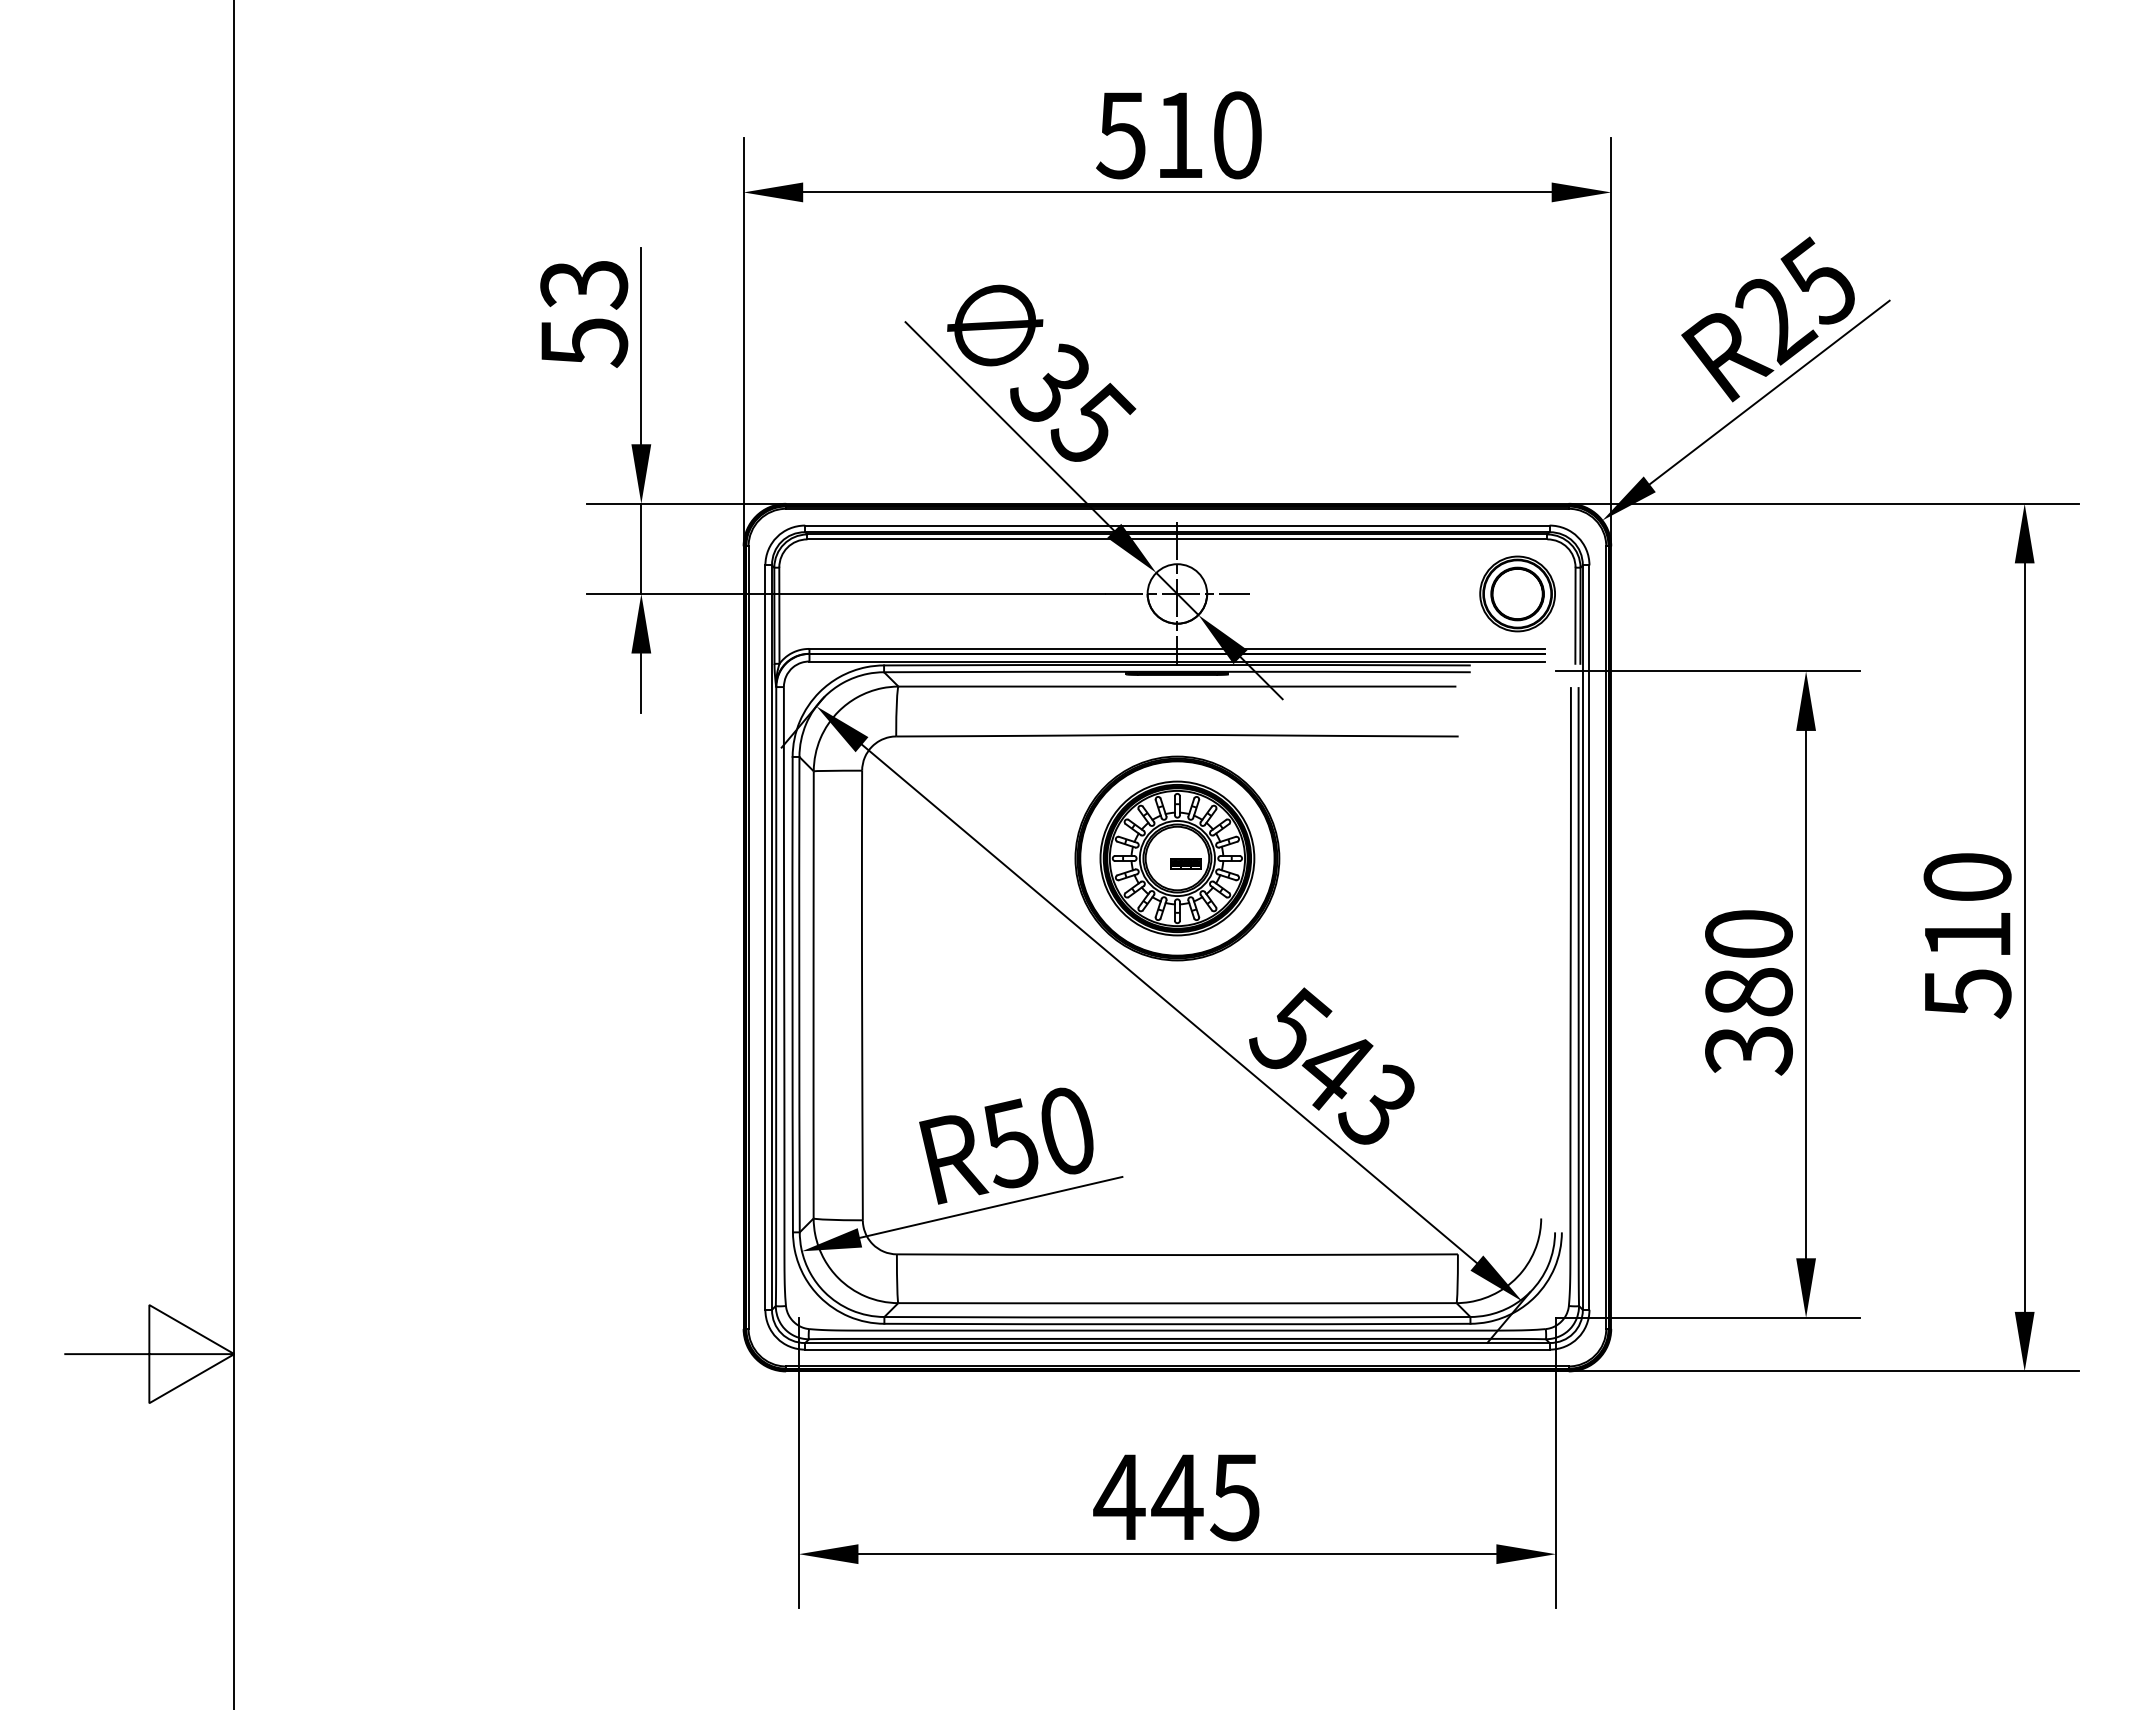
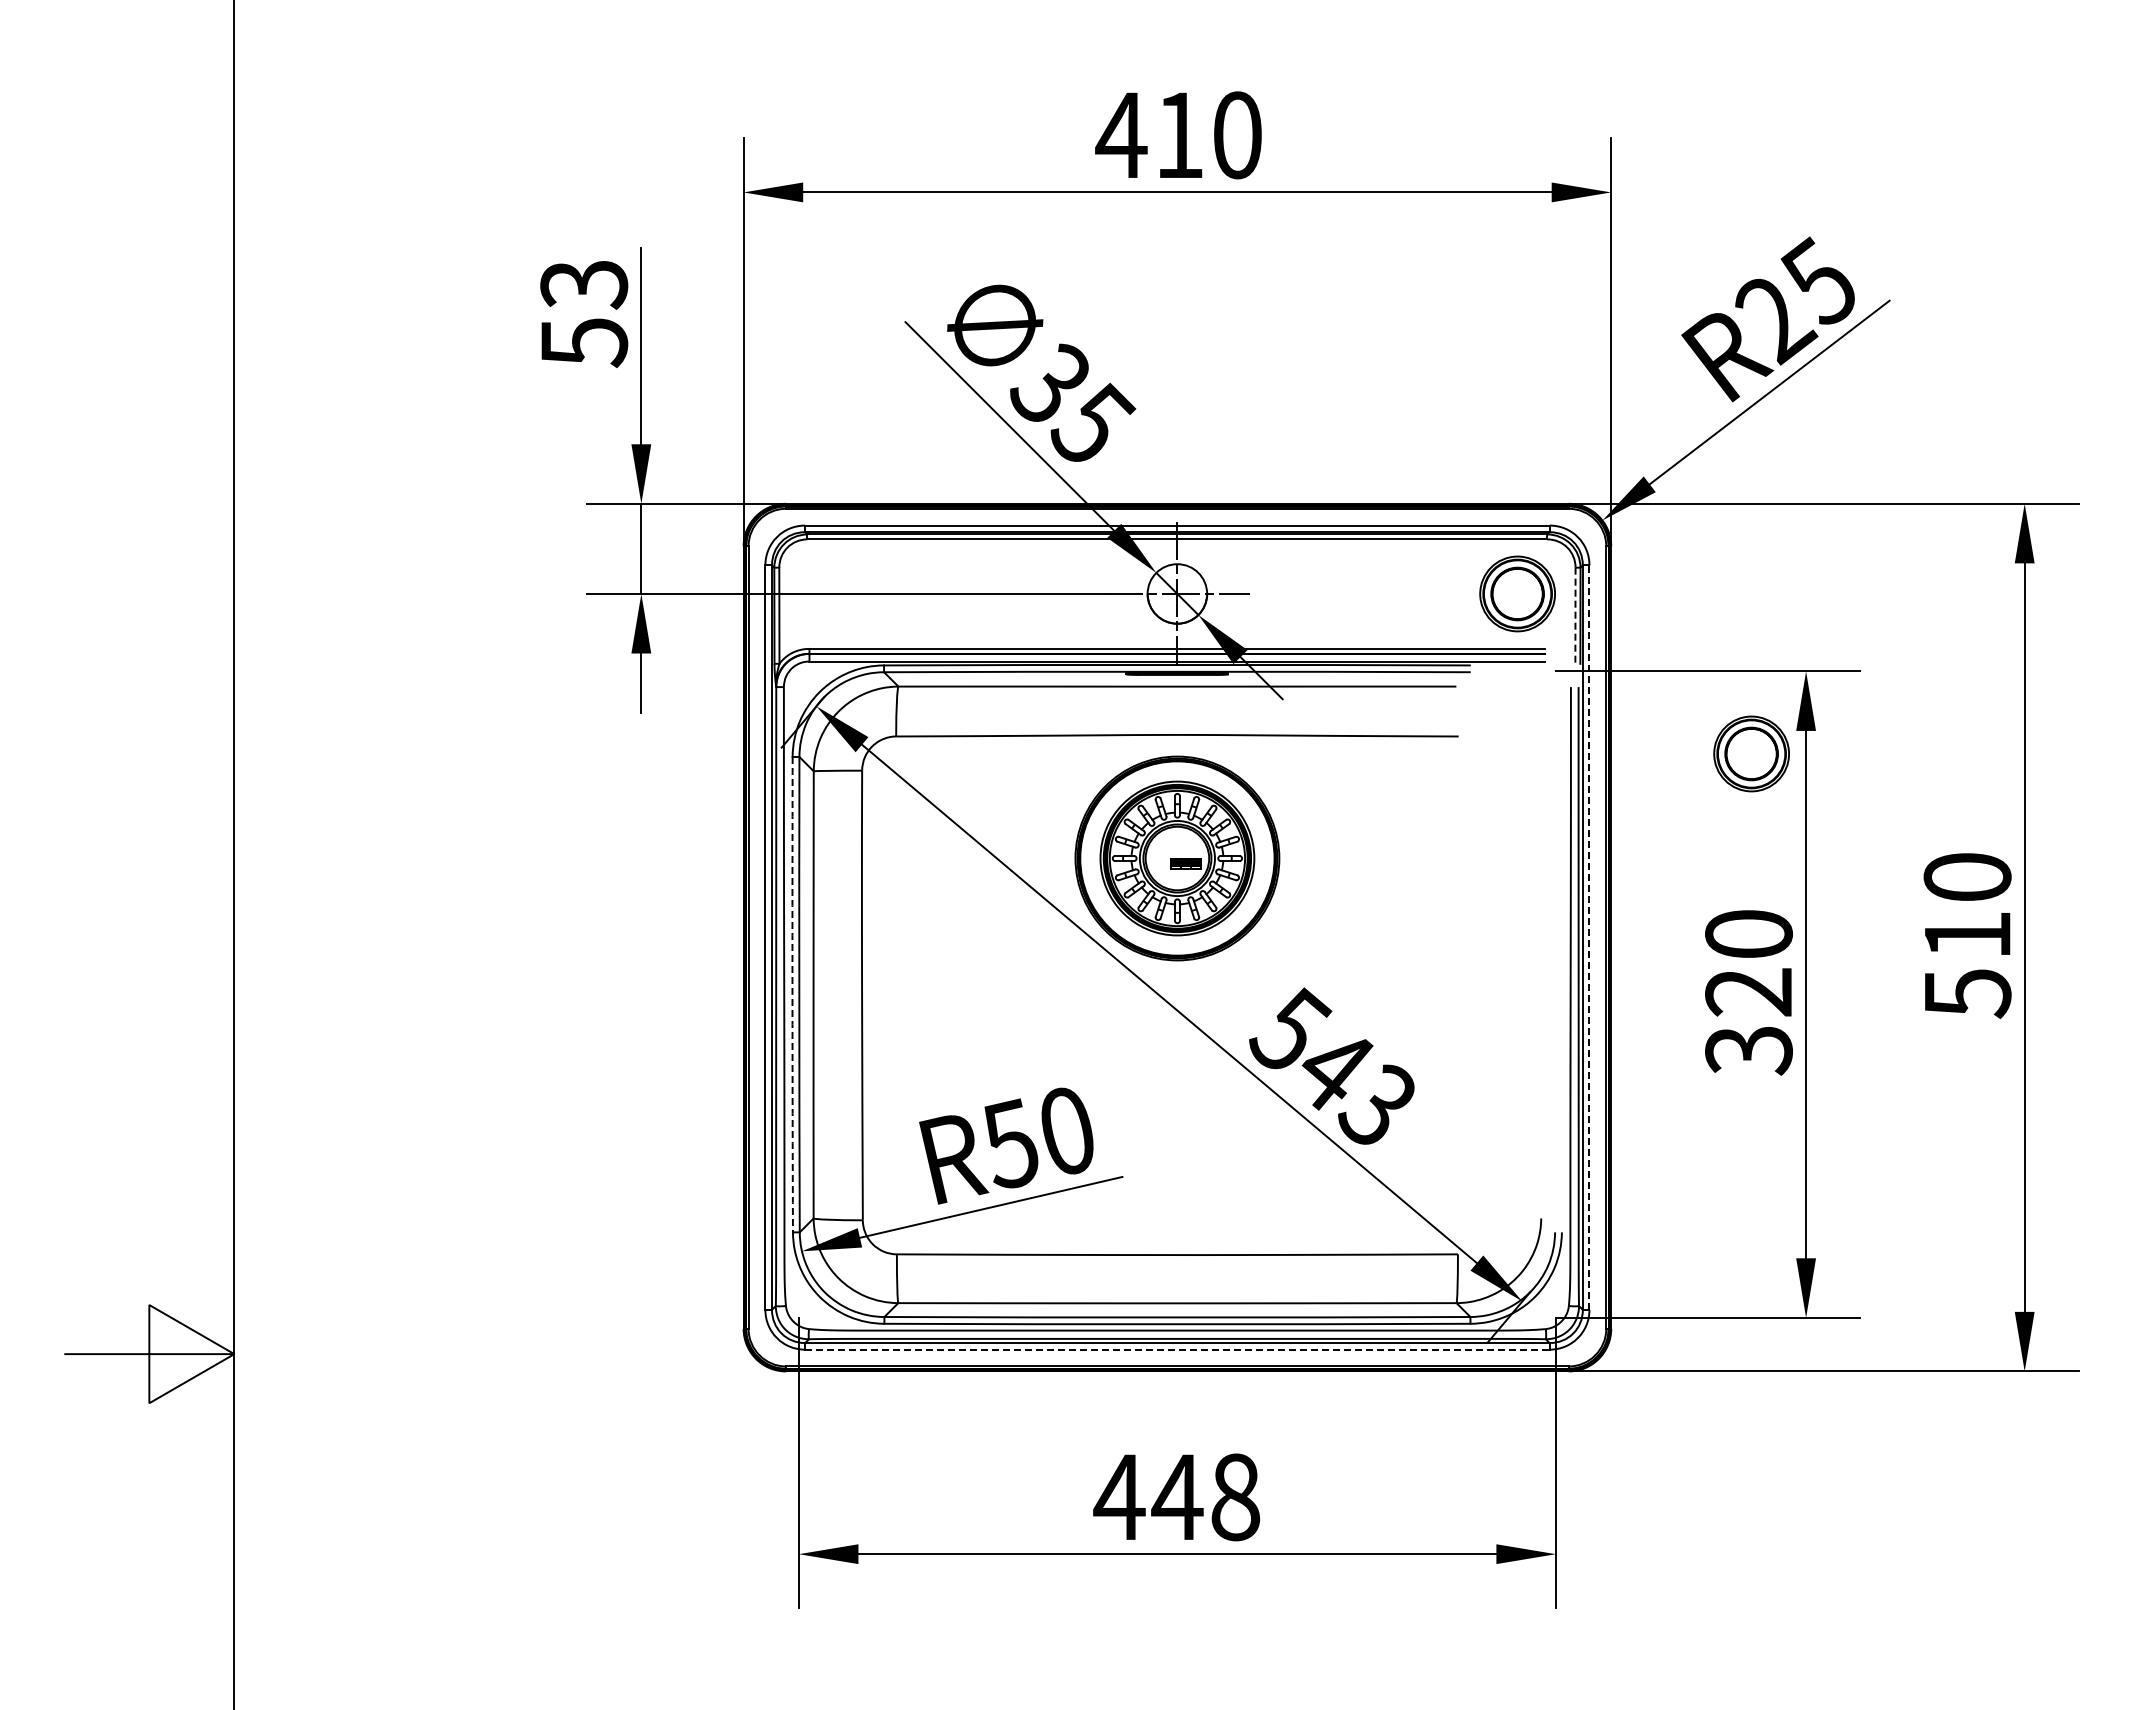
text at (1121, 135): 510 -> 410
line at (1575, 616): solid -> dashed
part at (1751, 753): none -> present
line at (1589, 937): solid -> dashed
text at (1748, 992): 380 -> 320
arc at (792, 994): solid -> dashed
line at (1177, 1349): solid -> dashed
text at (1235, 1497): 445 -> 448
